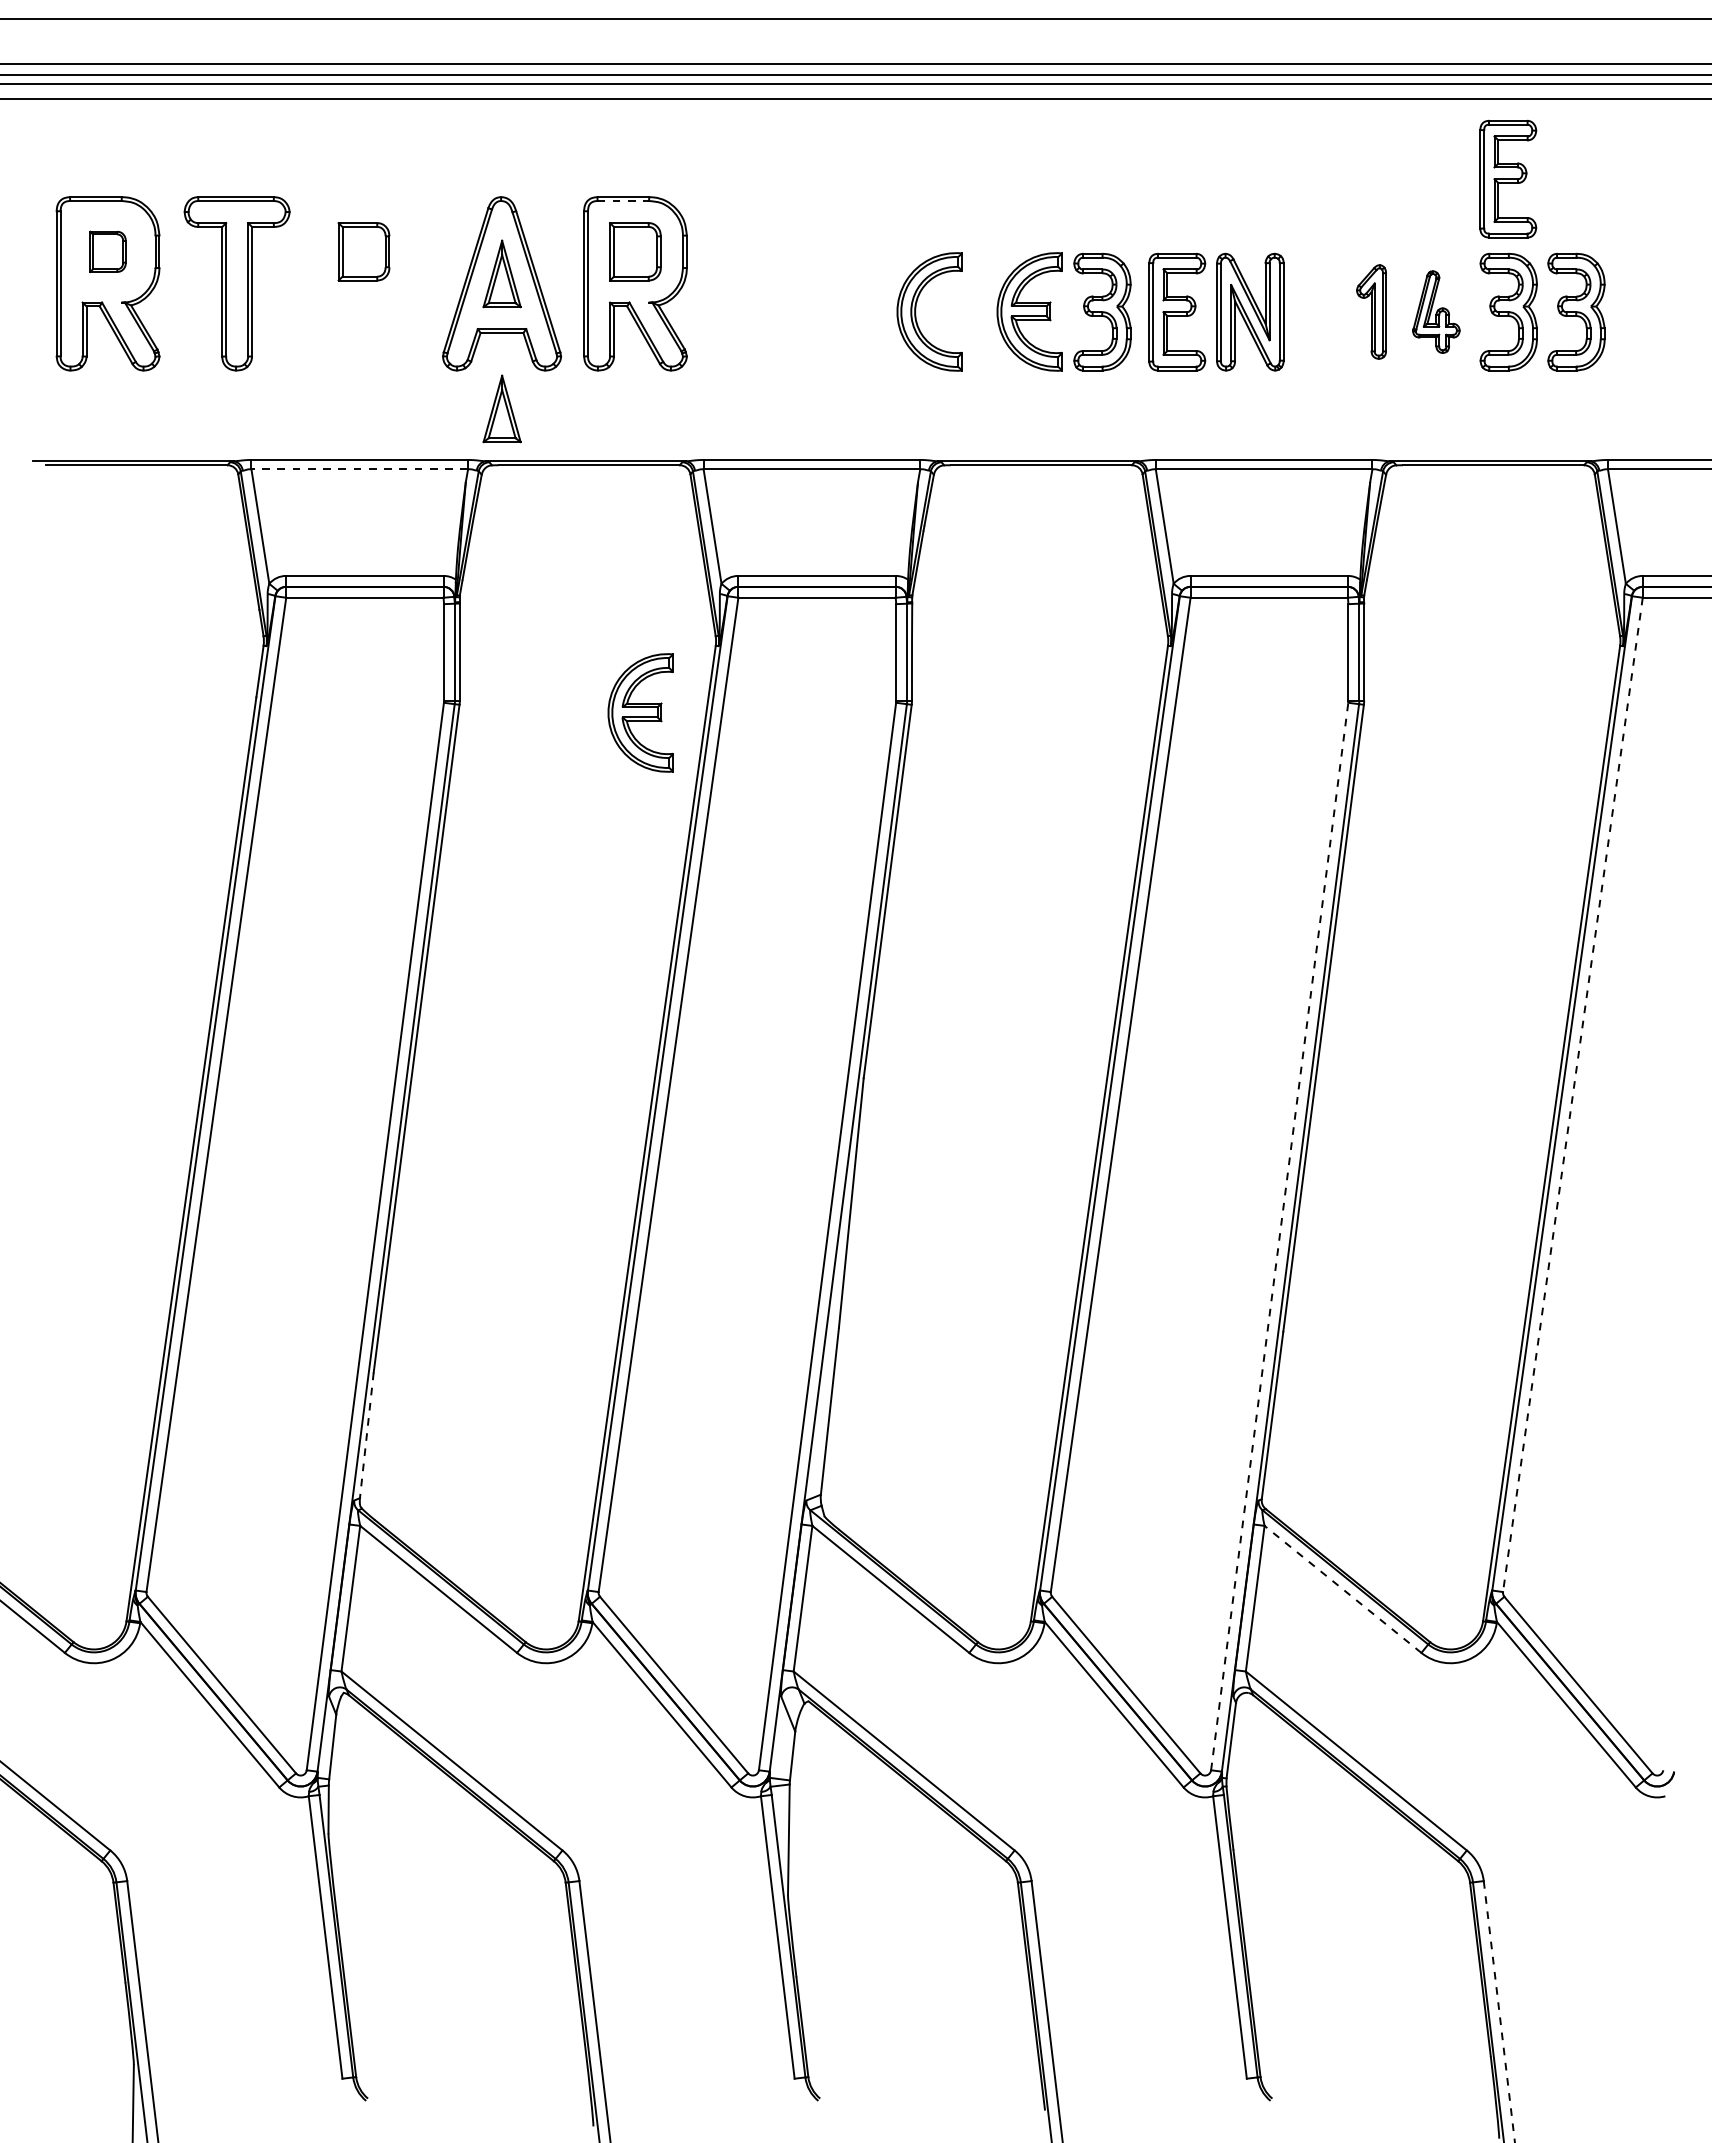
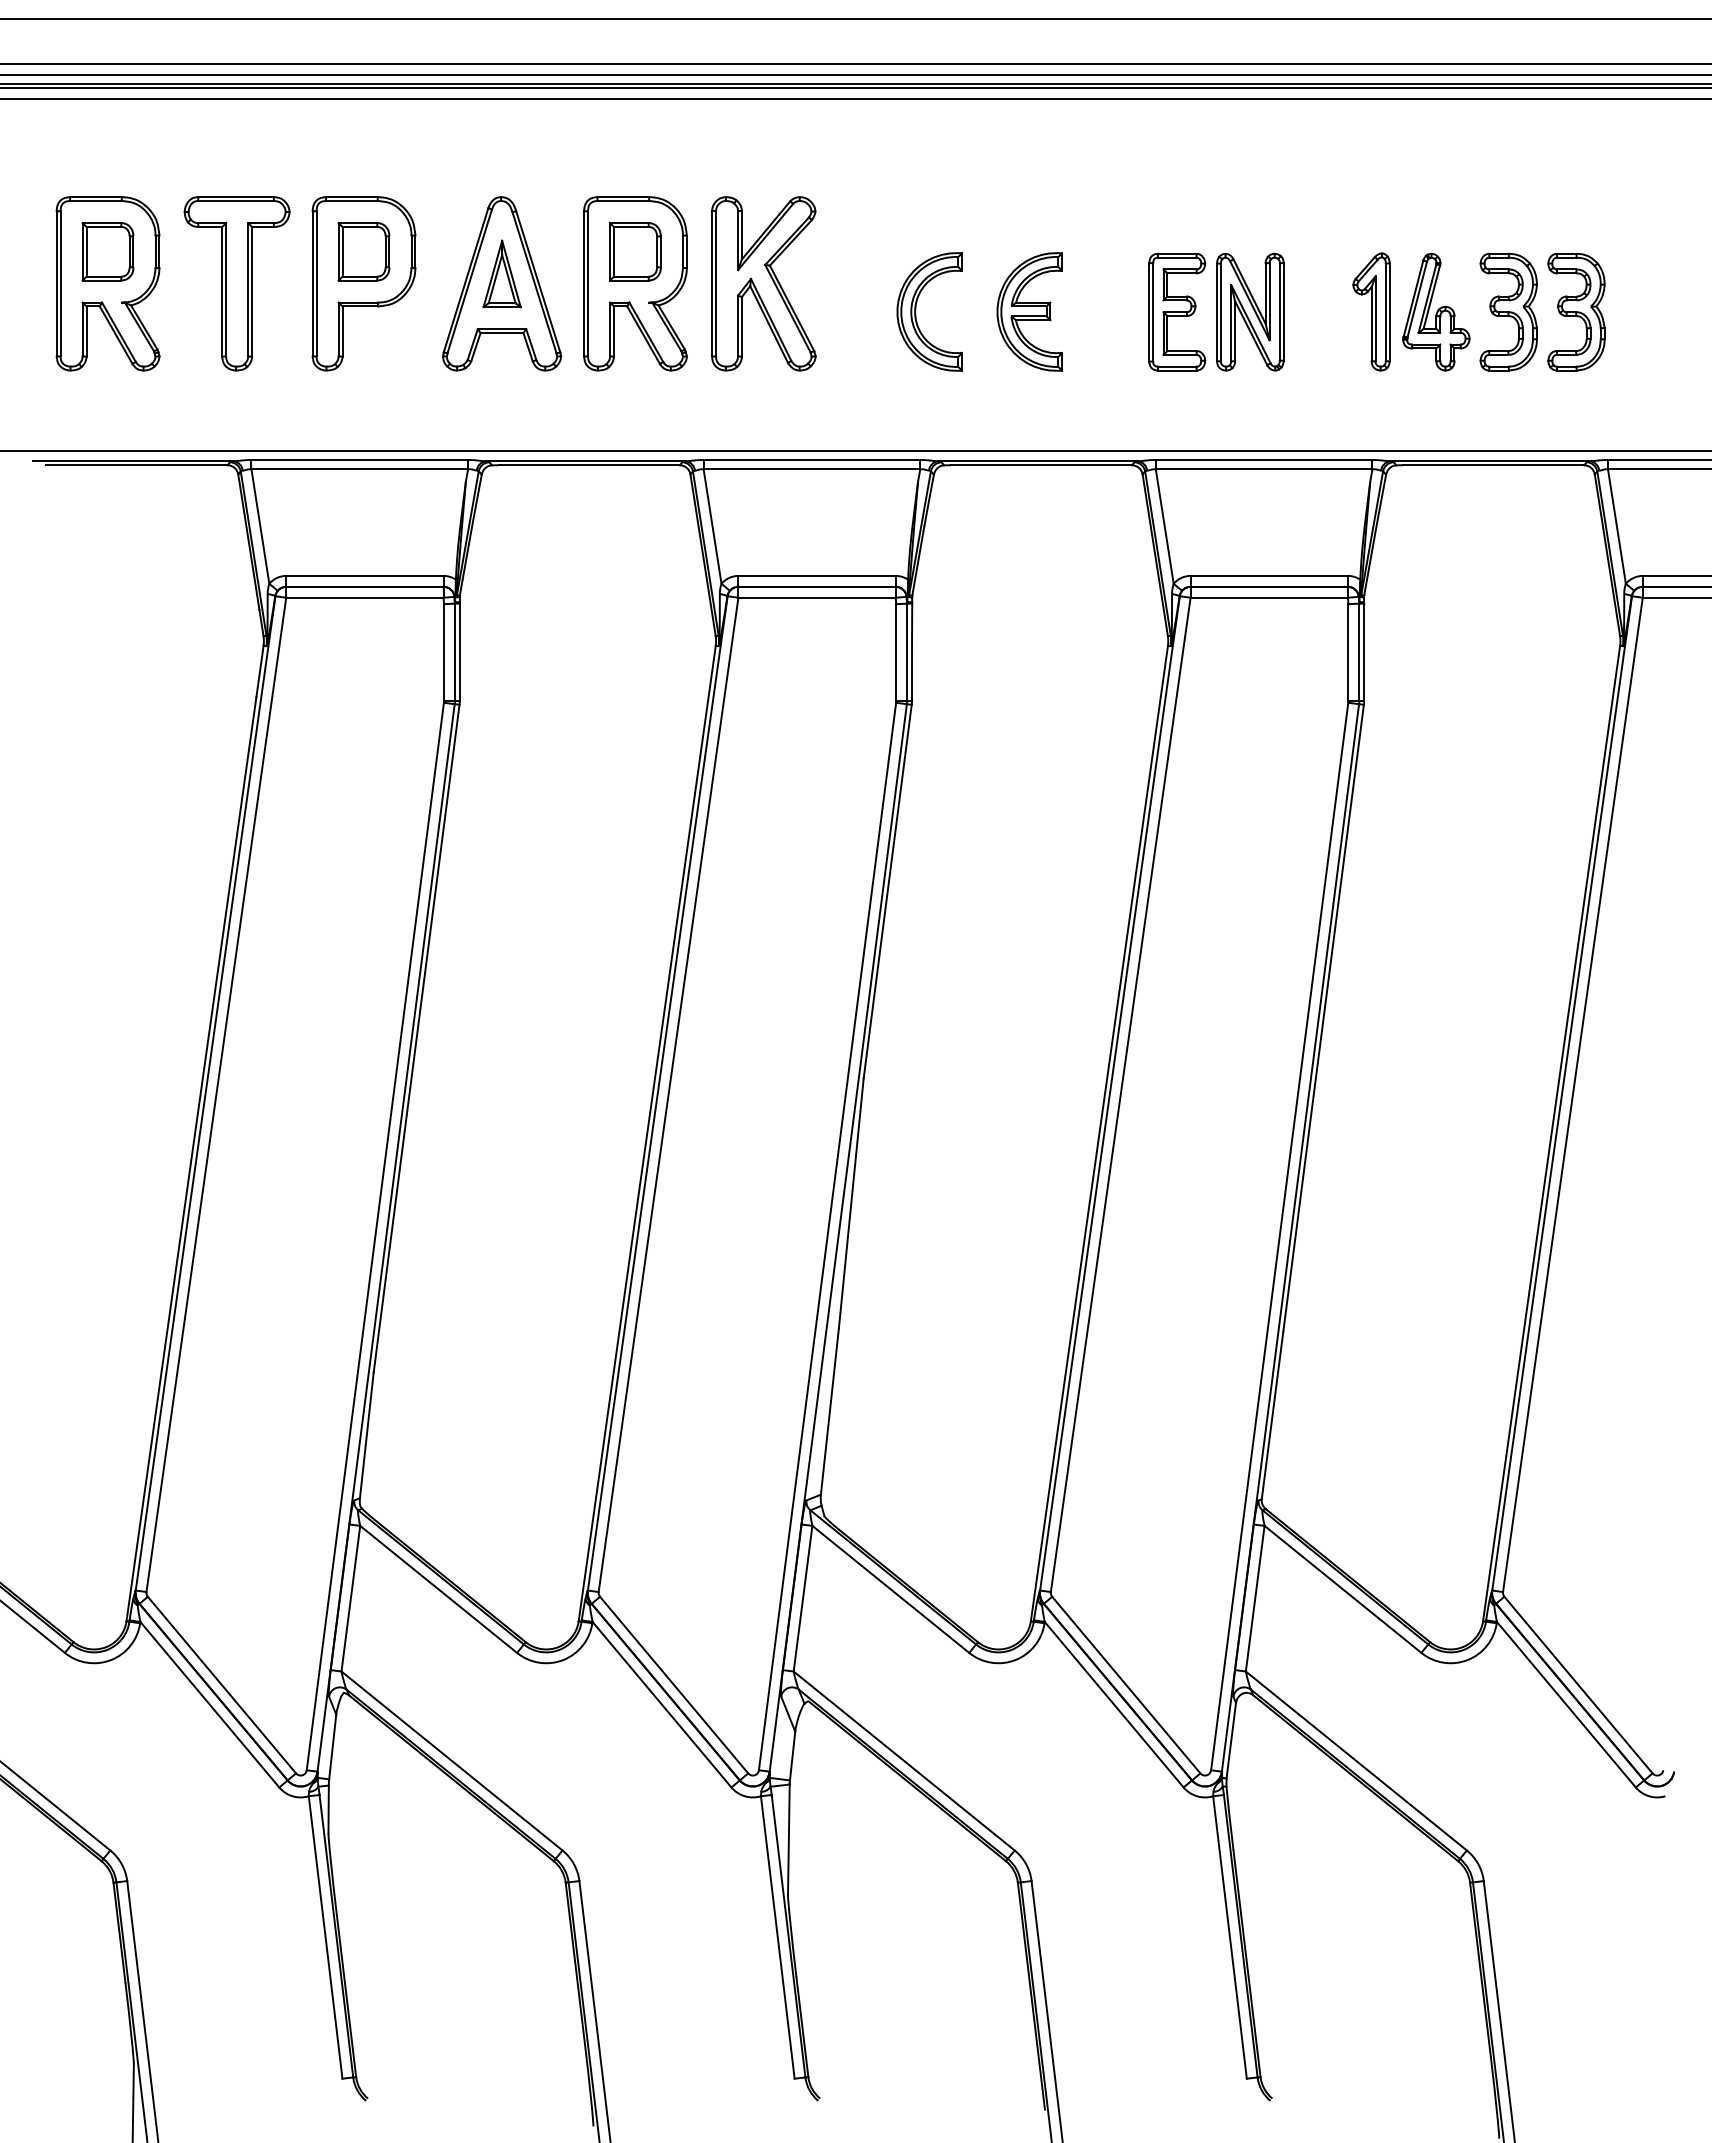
line at (855, 87): none -> present
part at (1508, 178): present -> none
line at (623, 201): dashed -> solid
part at (107, 251) size: 38x43 px -> 54x60 px
part at (363, 283): none -> present
part at (763, 283): none -> present
part at (1102, 311): present -> none
part at (1371, 311) size: 31x96 px -> 39x120 px
part at (1436, 311) size: 49x84 px -> 69x120 px
part at (501, 408): present -> none
line at (855, 450): none -> present
line at (359, 469): dashed -> solid
part at (640, 712): present -> none
line at (1572, 1095): dashed -> solid
line at (1279, 1236): dashed -> solid
line at (366, 1435): dashed -> solid
line at (1343, 1589): dashed -> solid
line at (1499, 2011): dashed -> solid
